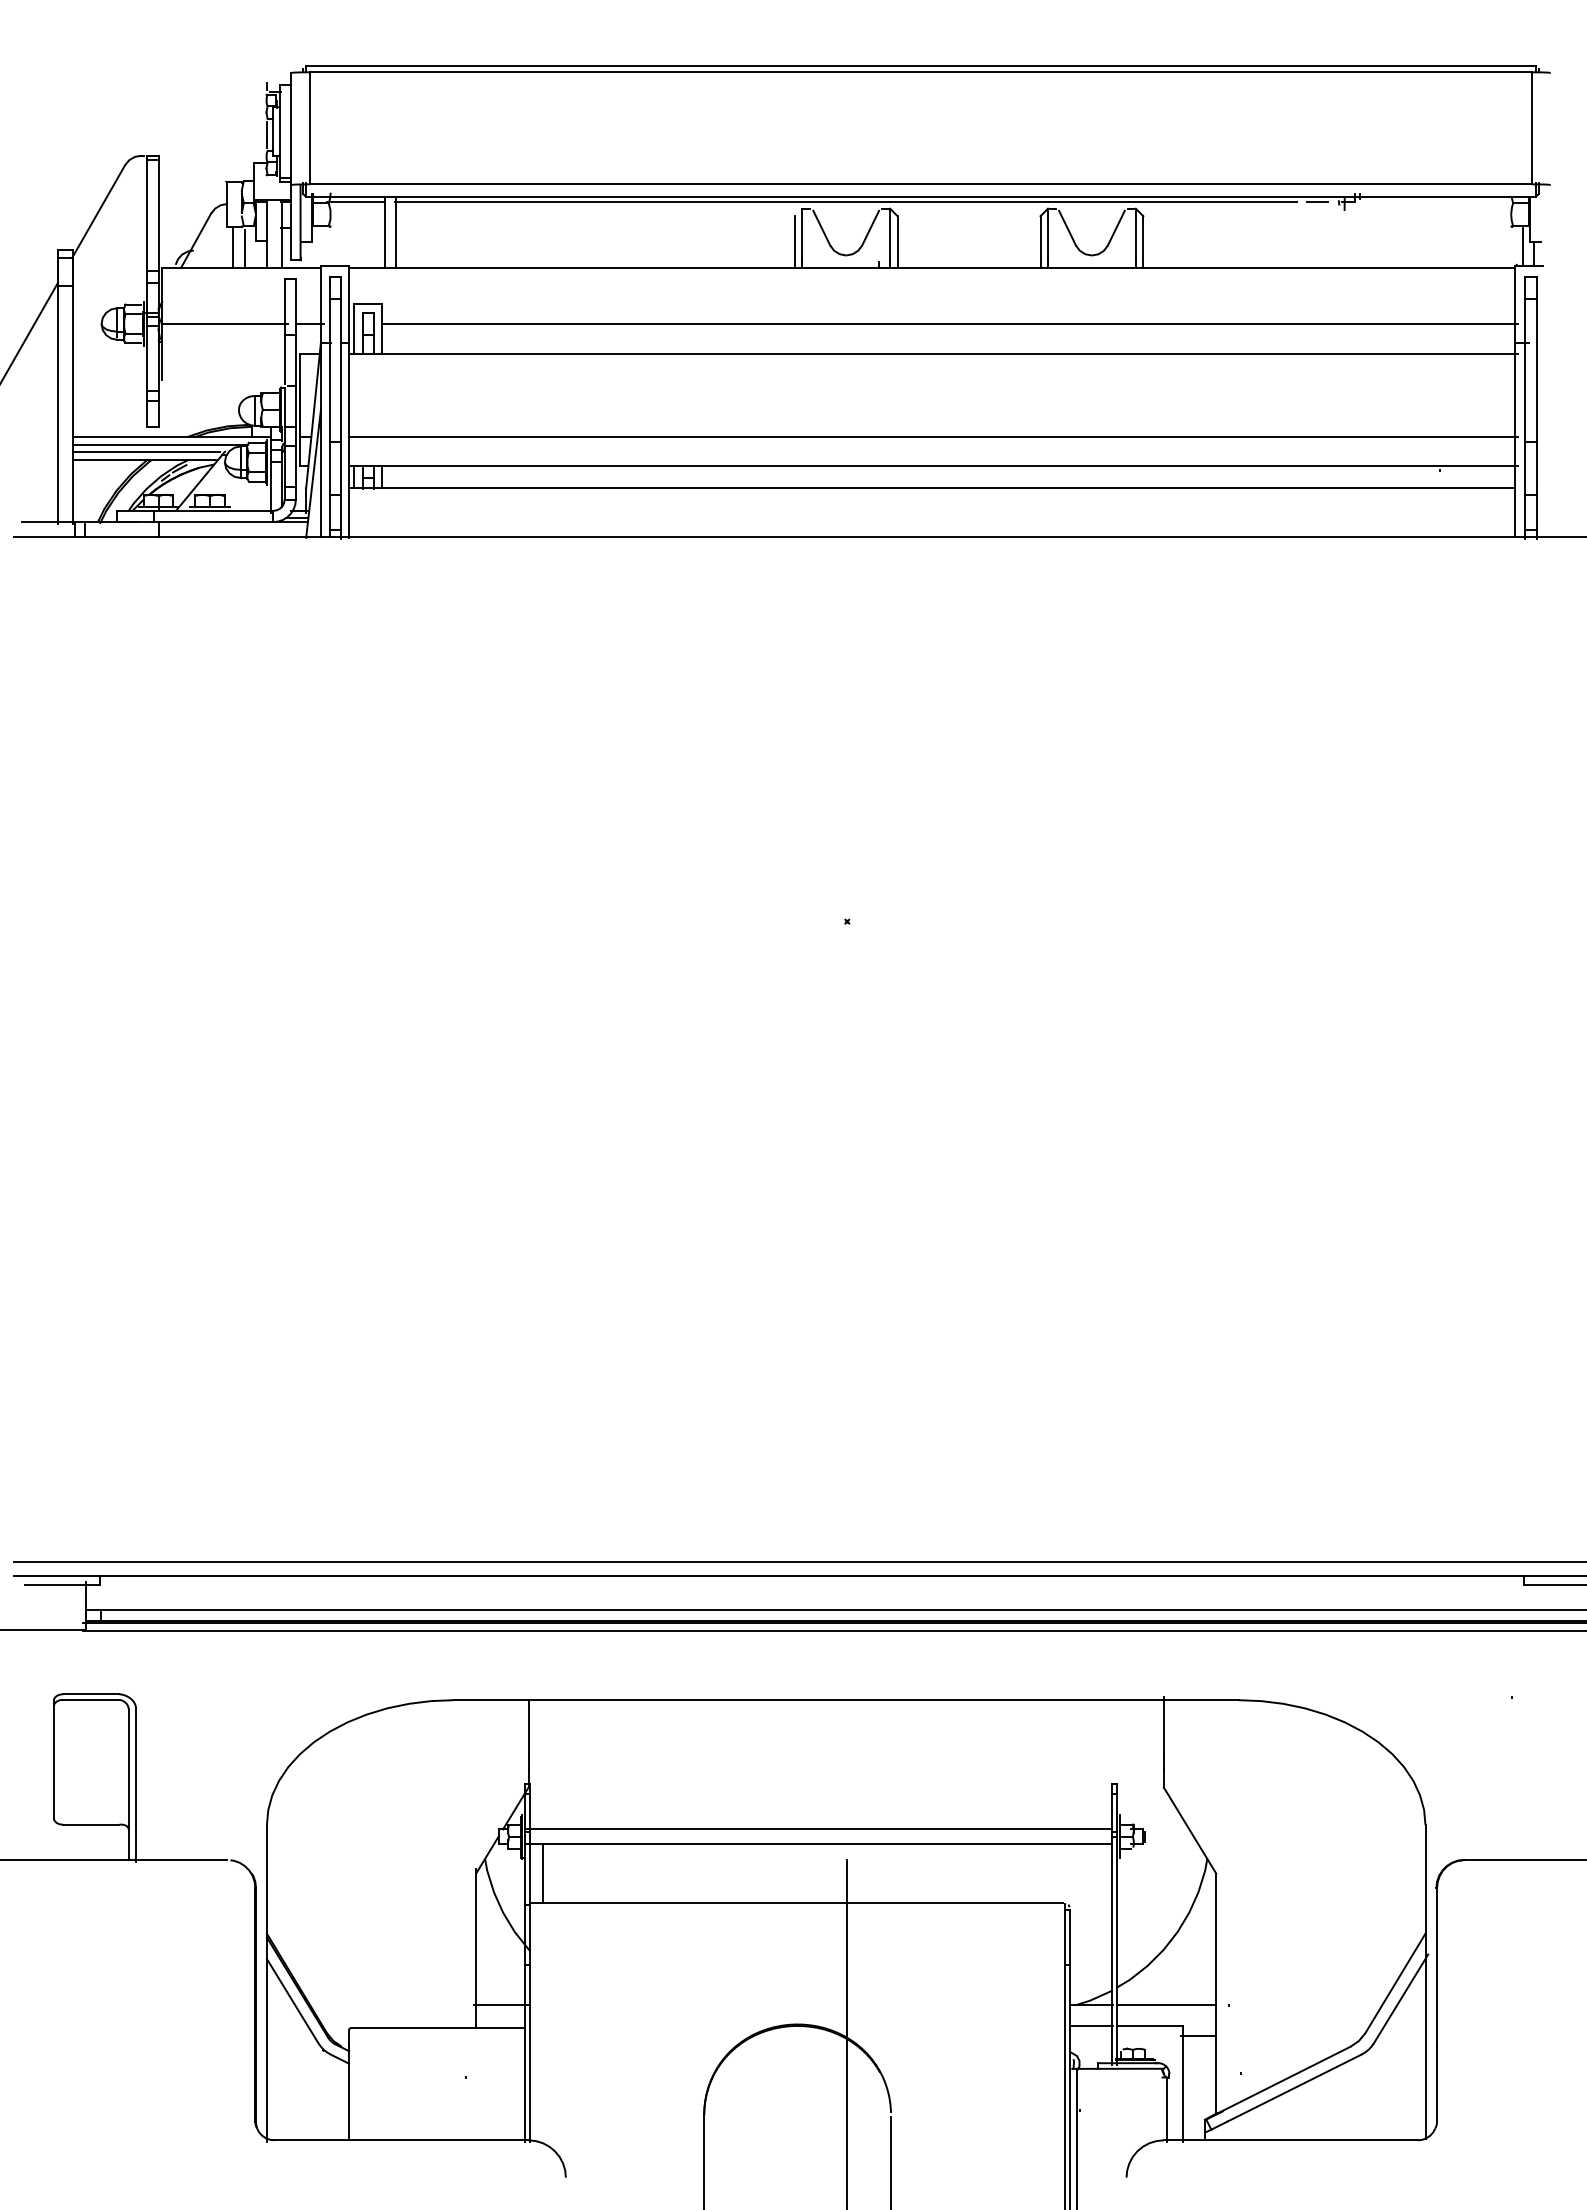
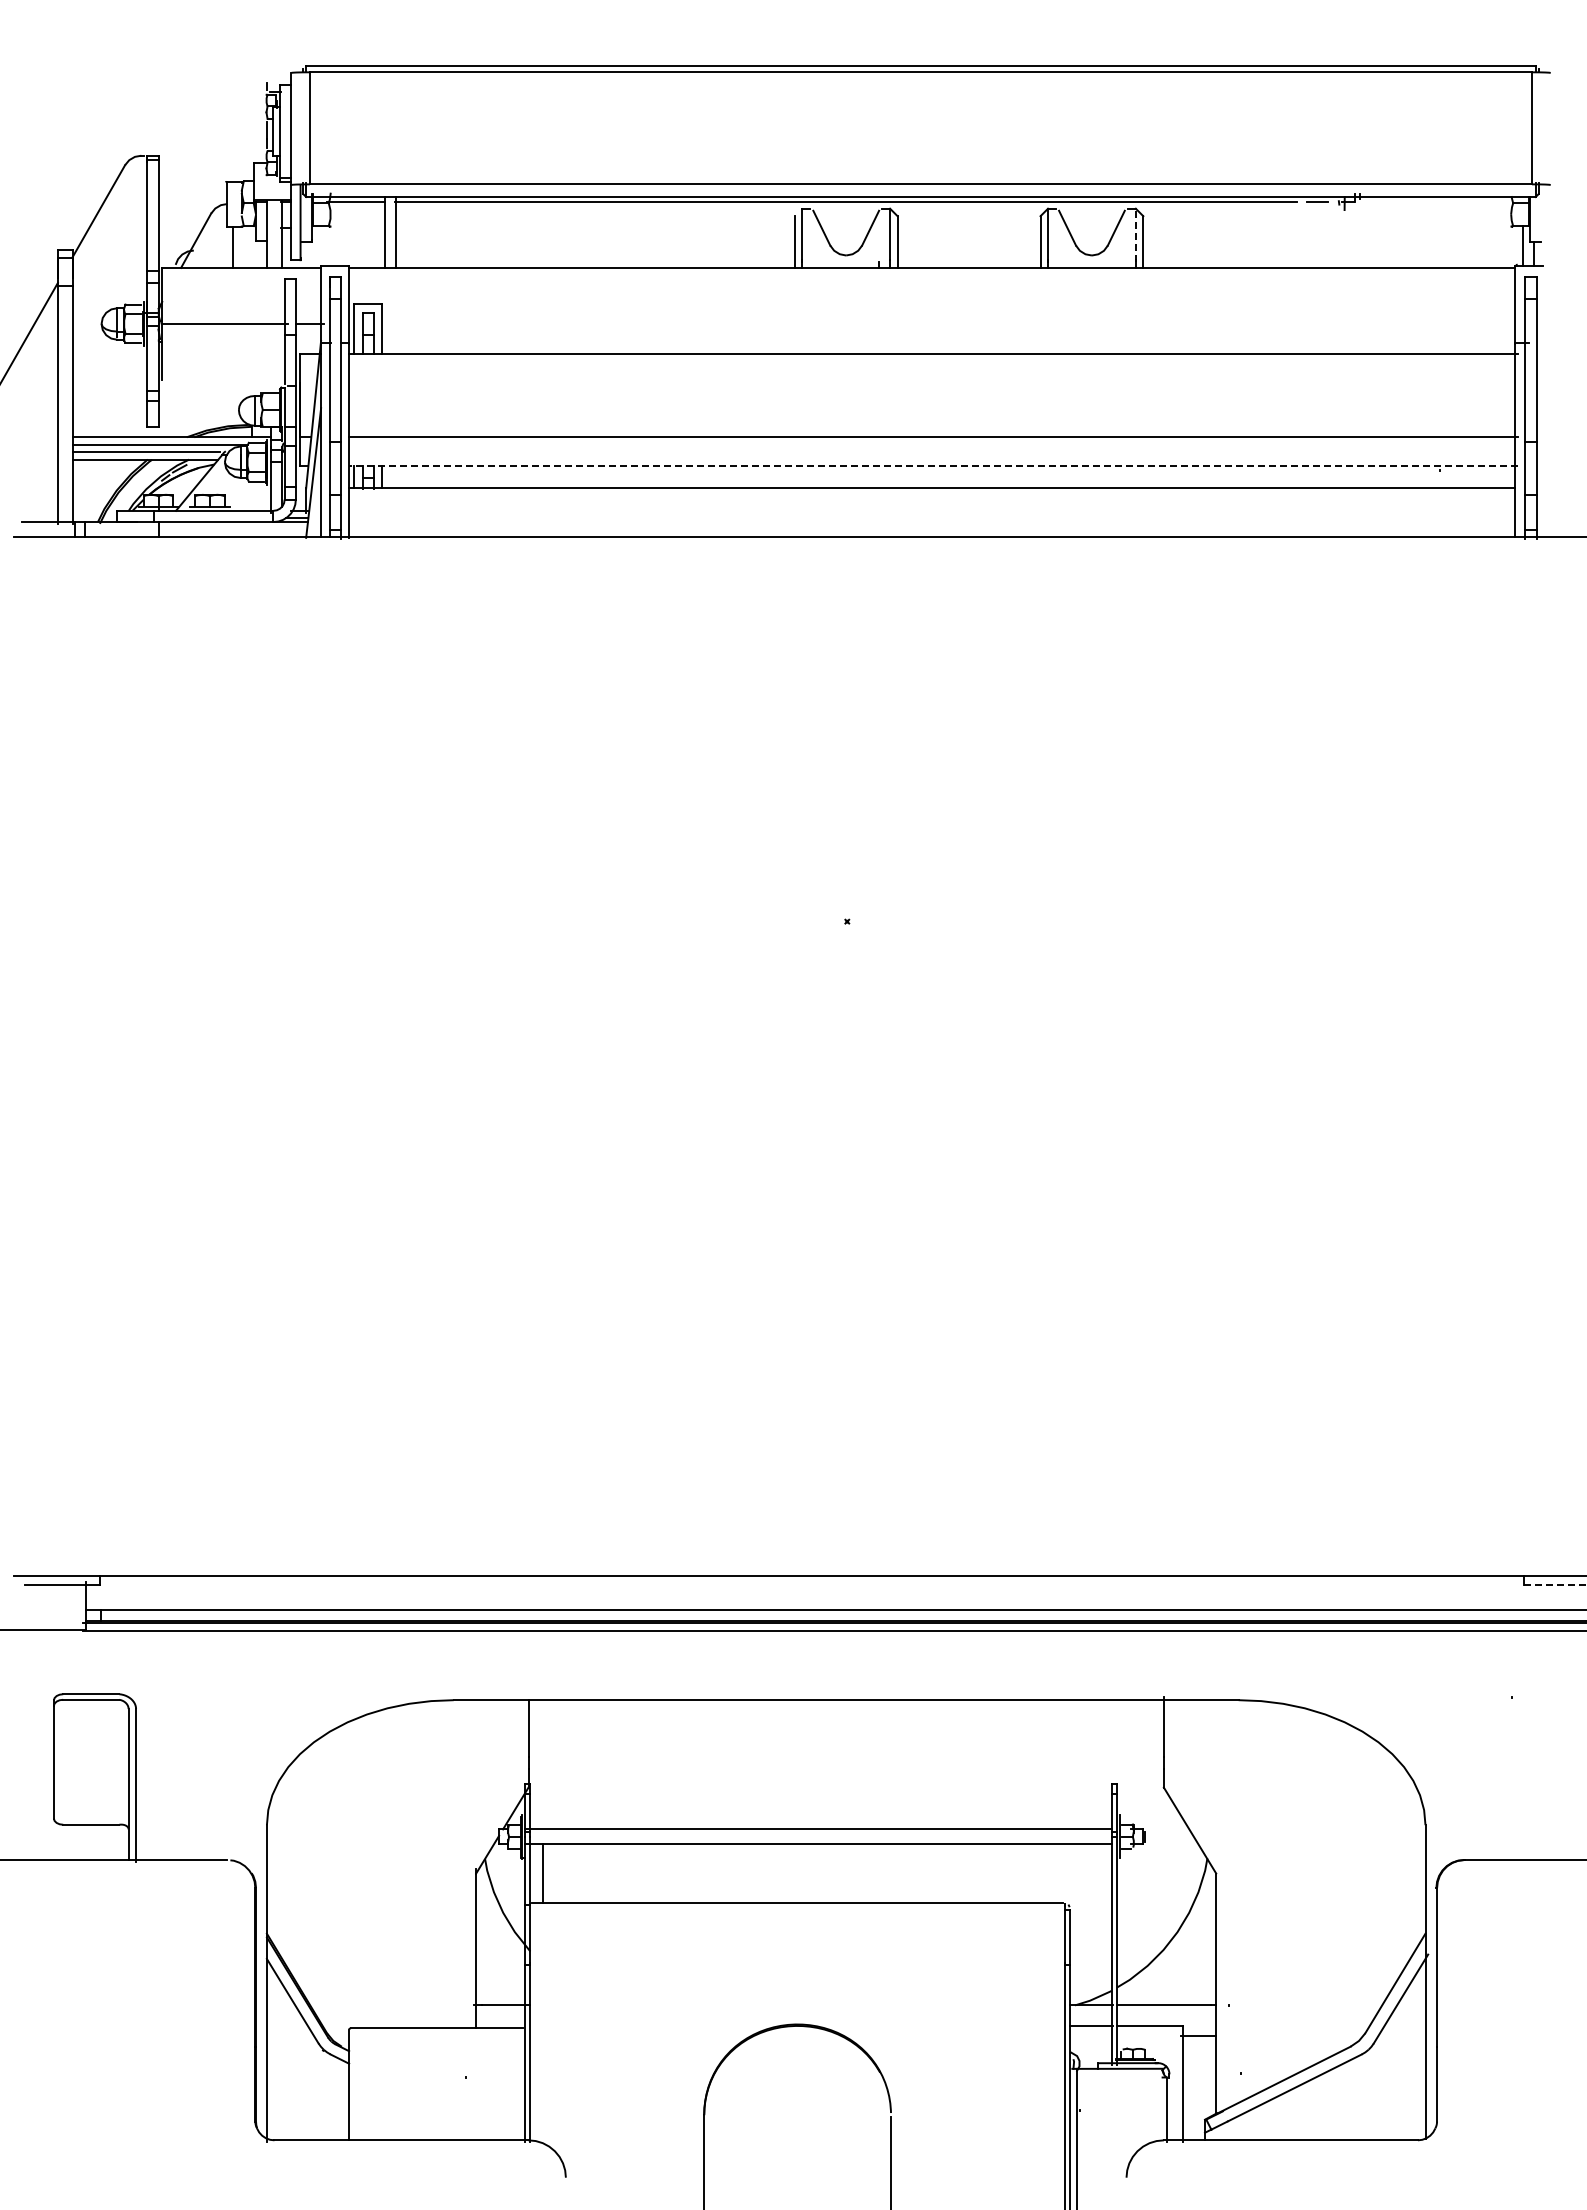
line at (1135, 235): solid -> dashed
line at (244, 248): present -> none
line at (949, 324): present -> none
line at (933, 465): solid -> dashed
line at (798, 1561): present -> none
line at (1555, 1585): solid -> dashed
line at (847, 2033): present -> none
